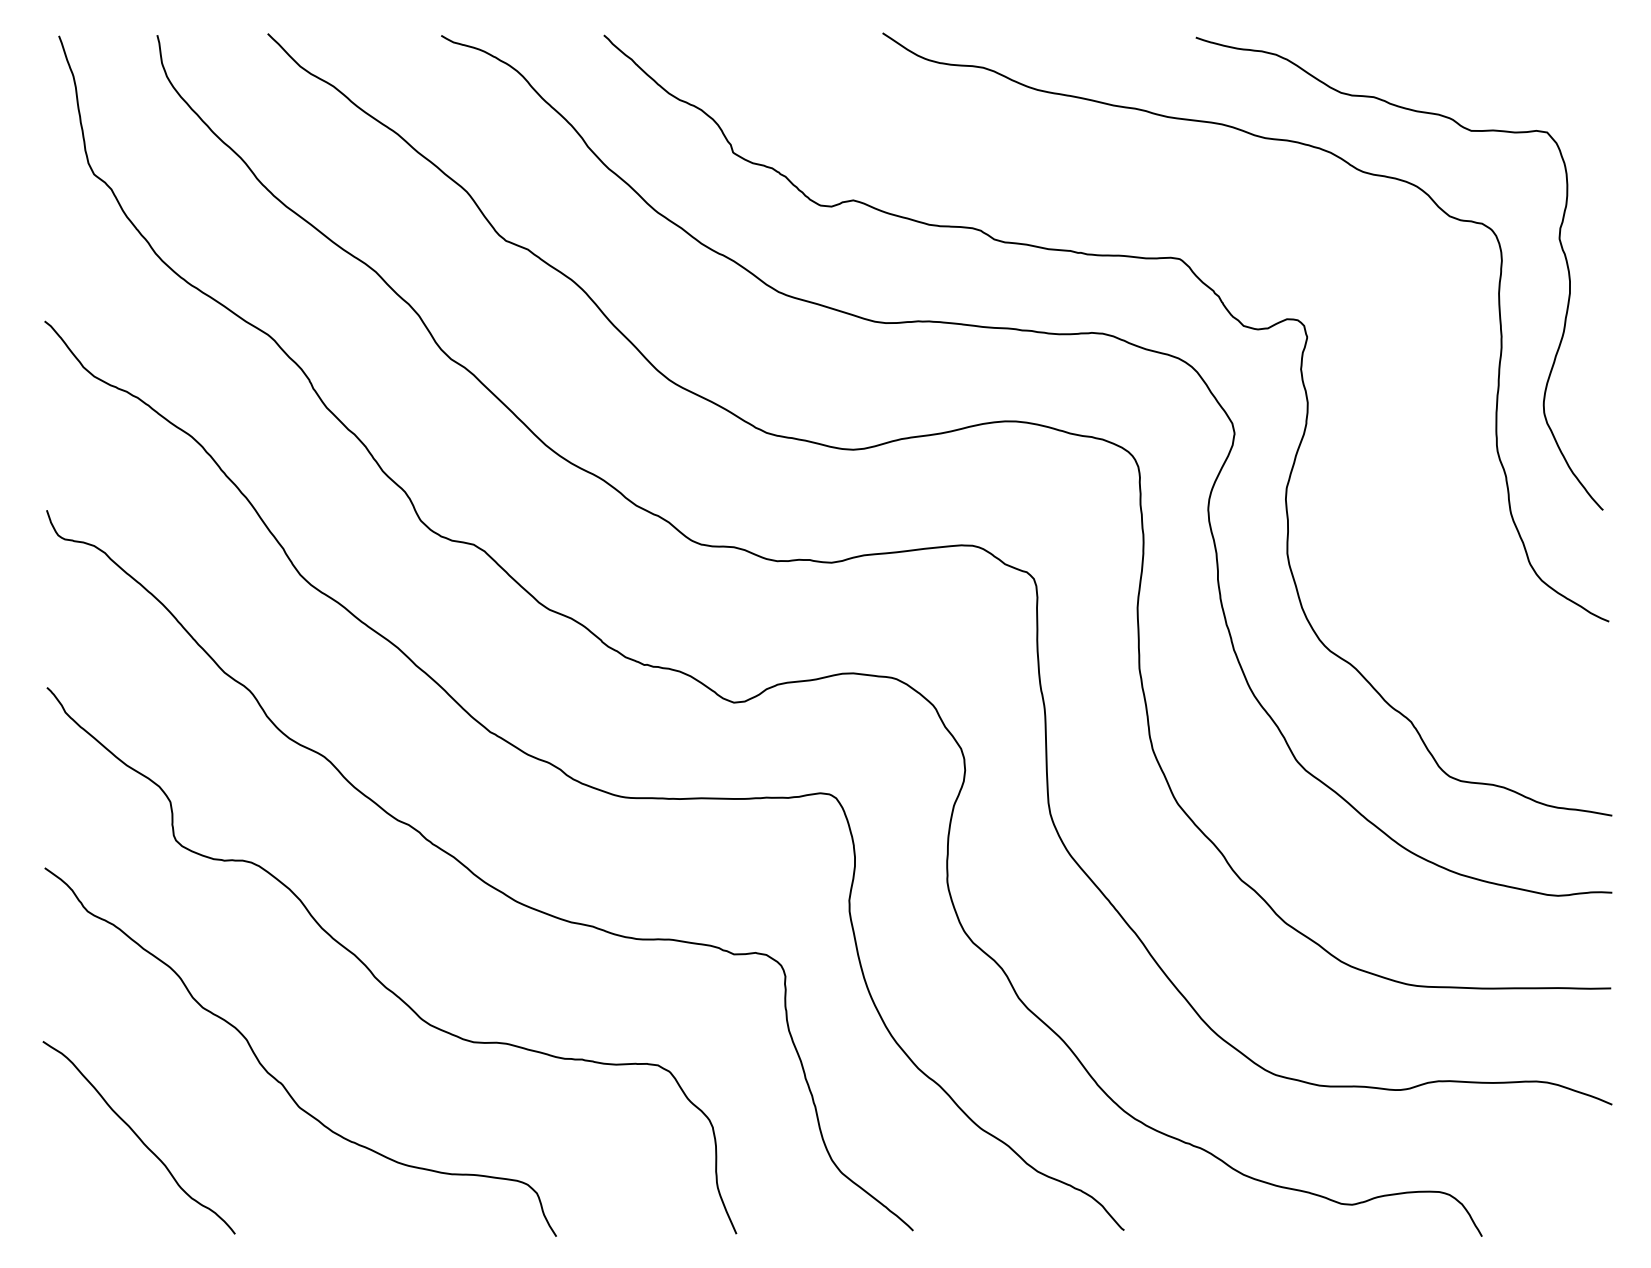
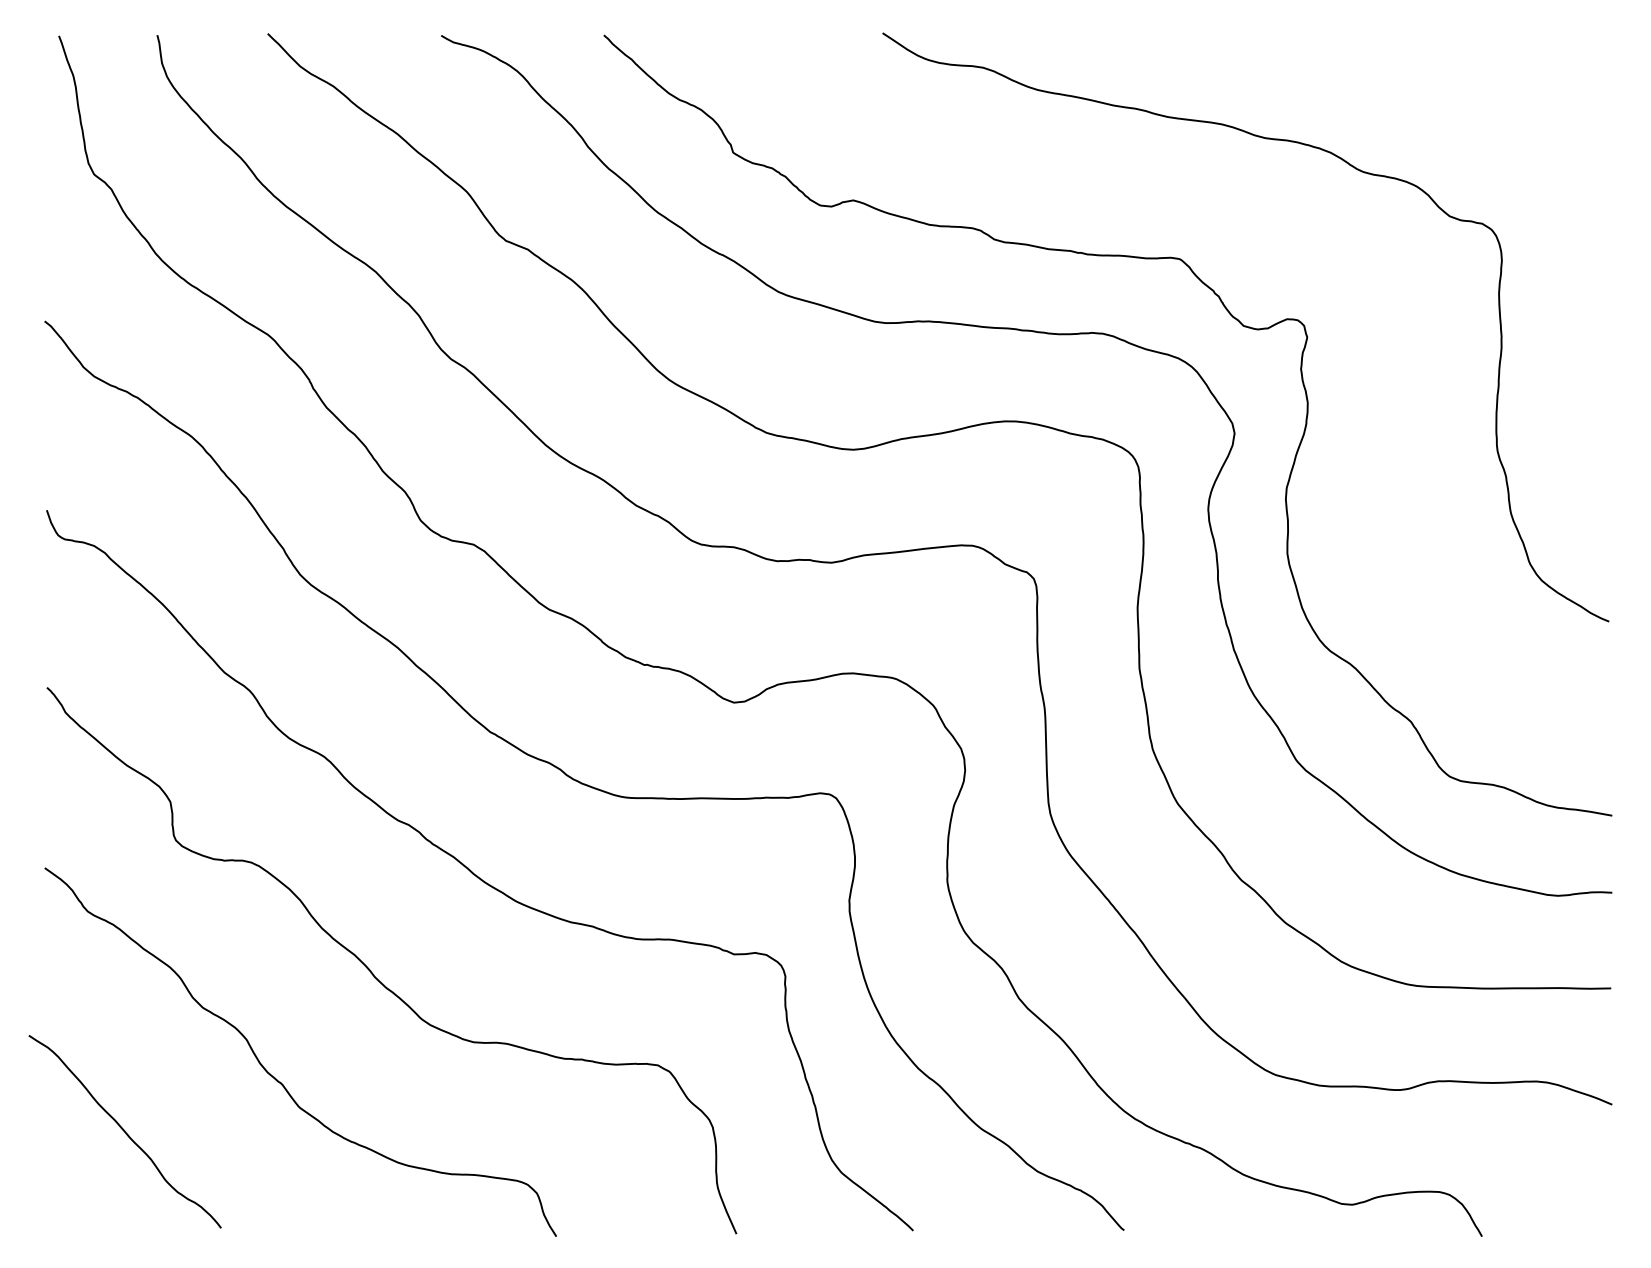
curve at (1469, 131): present -> none
curve at (138, 1137) position: (138, 1137) -> (124, 1131)
